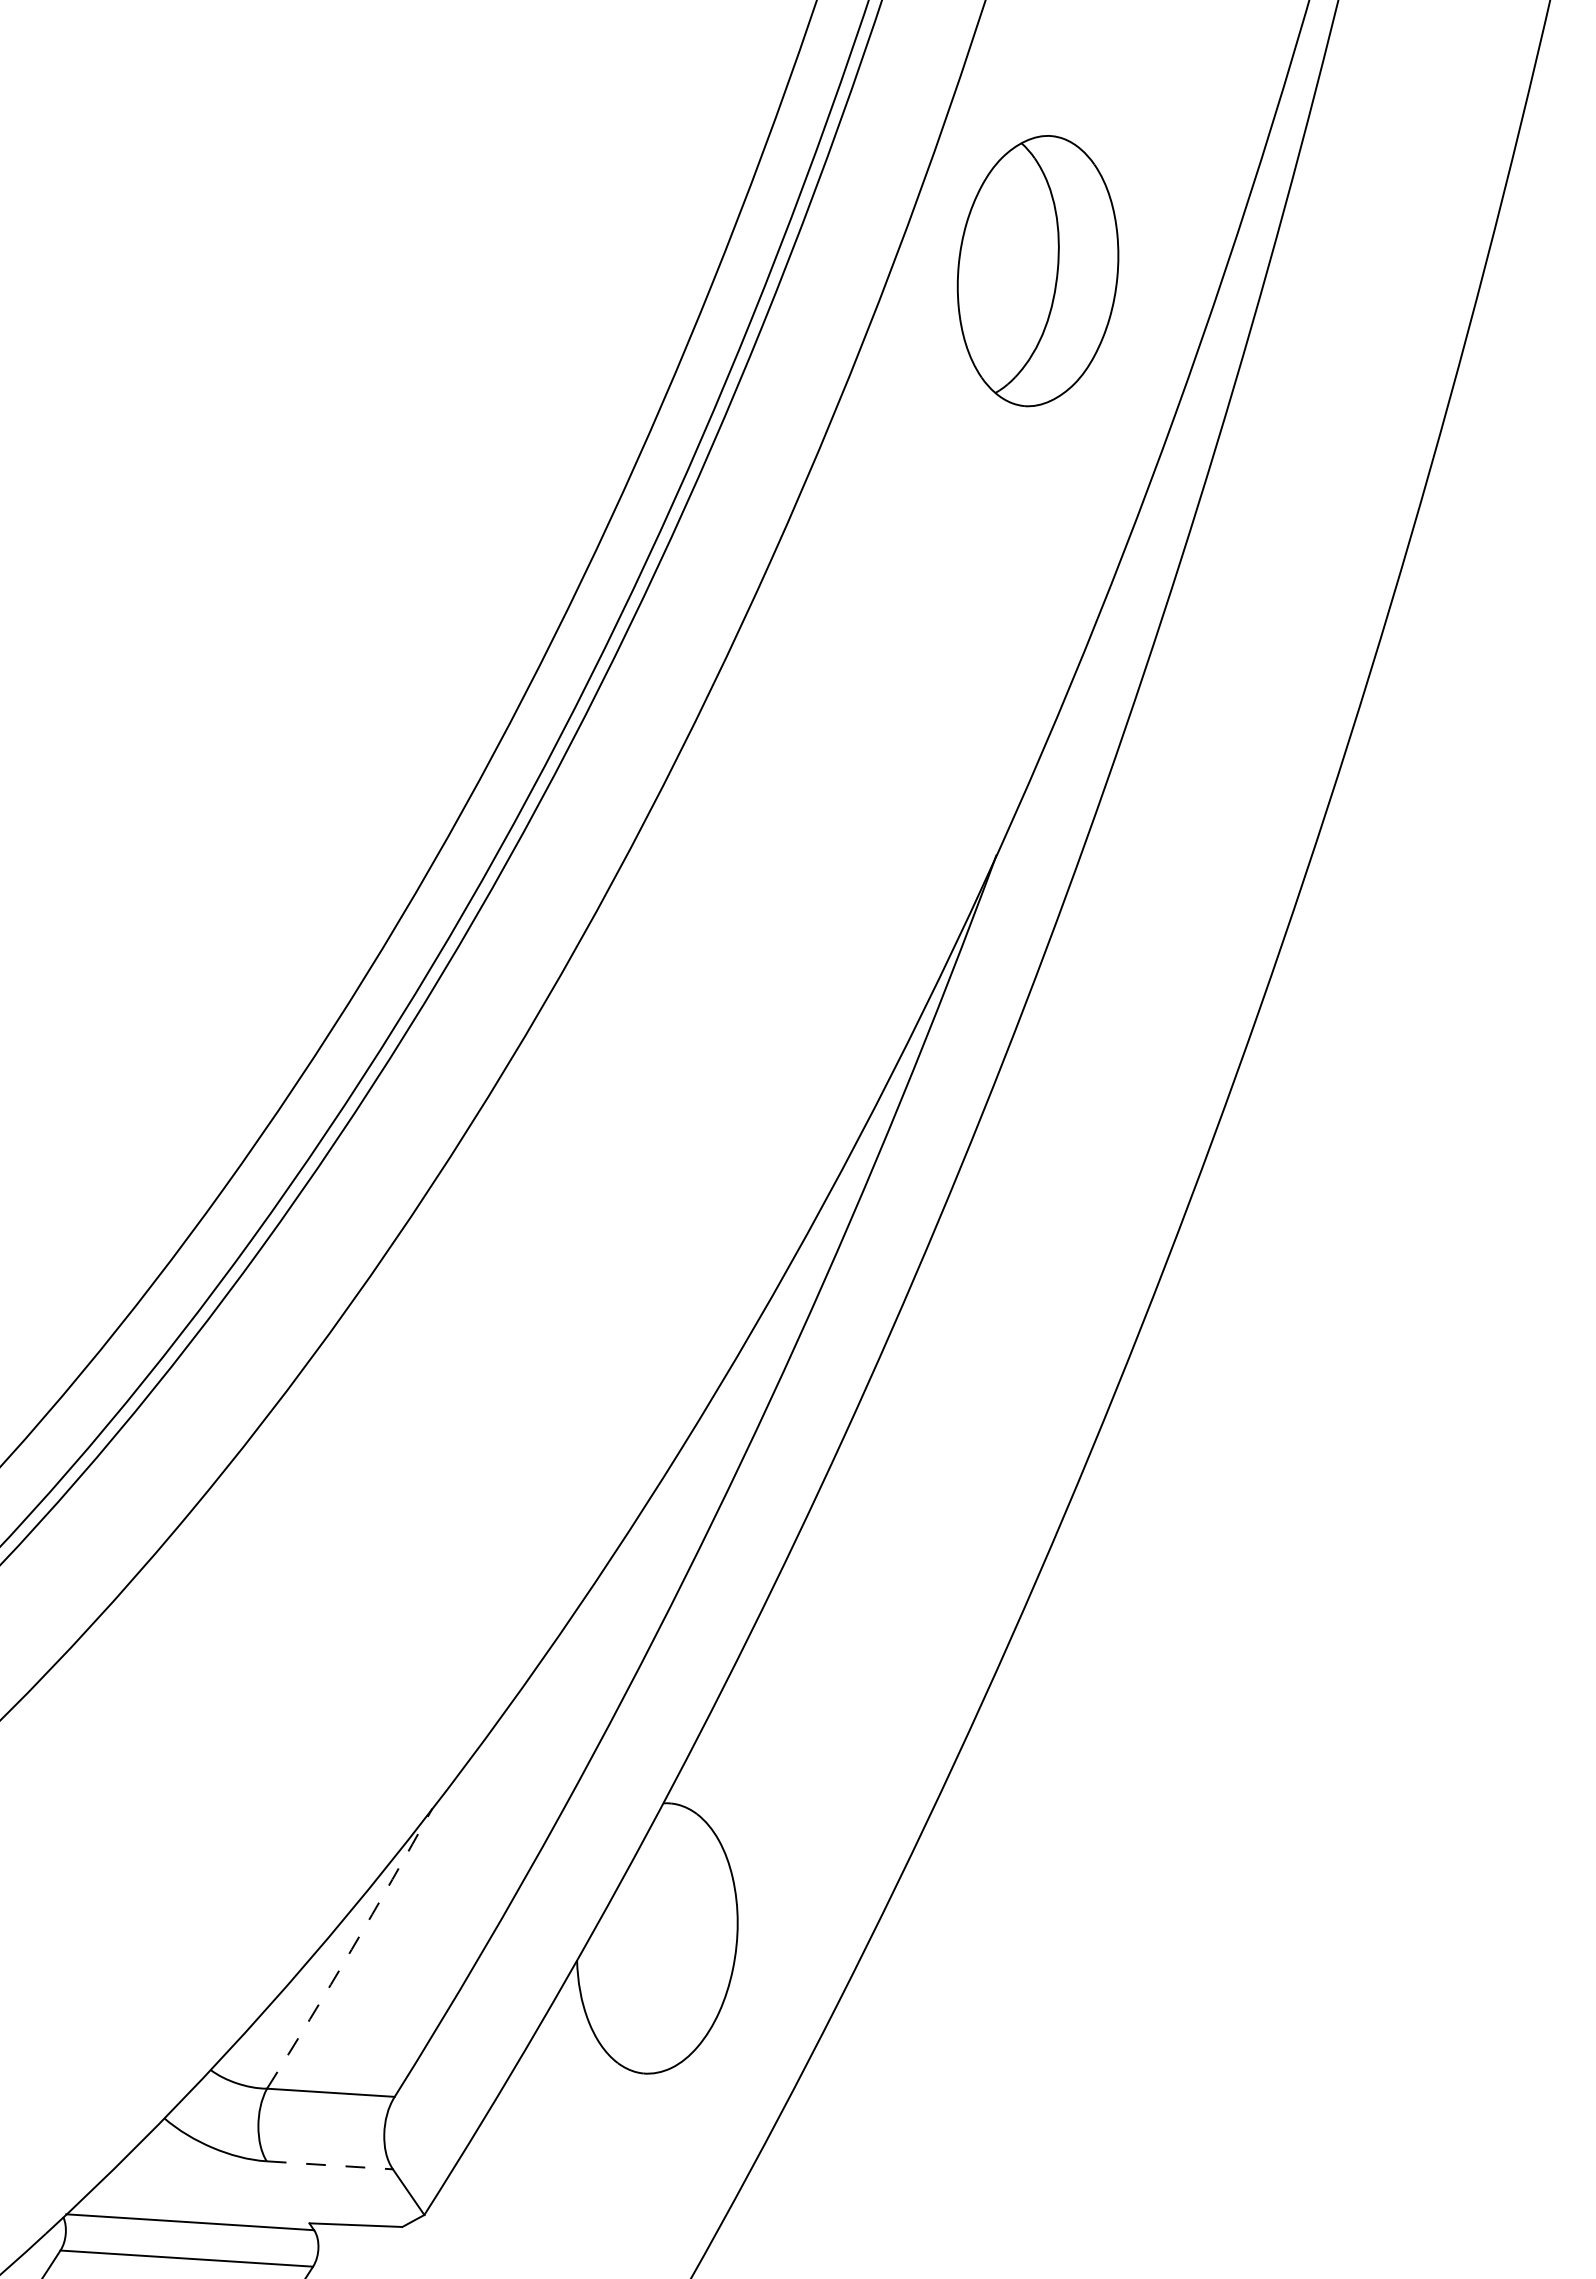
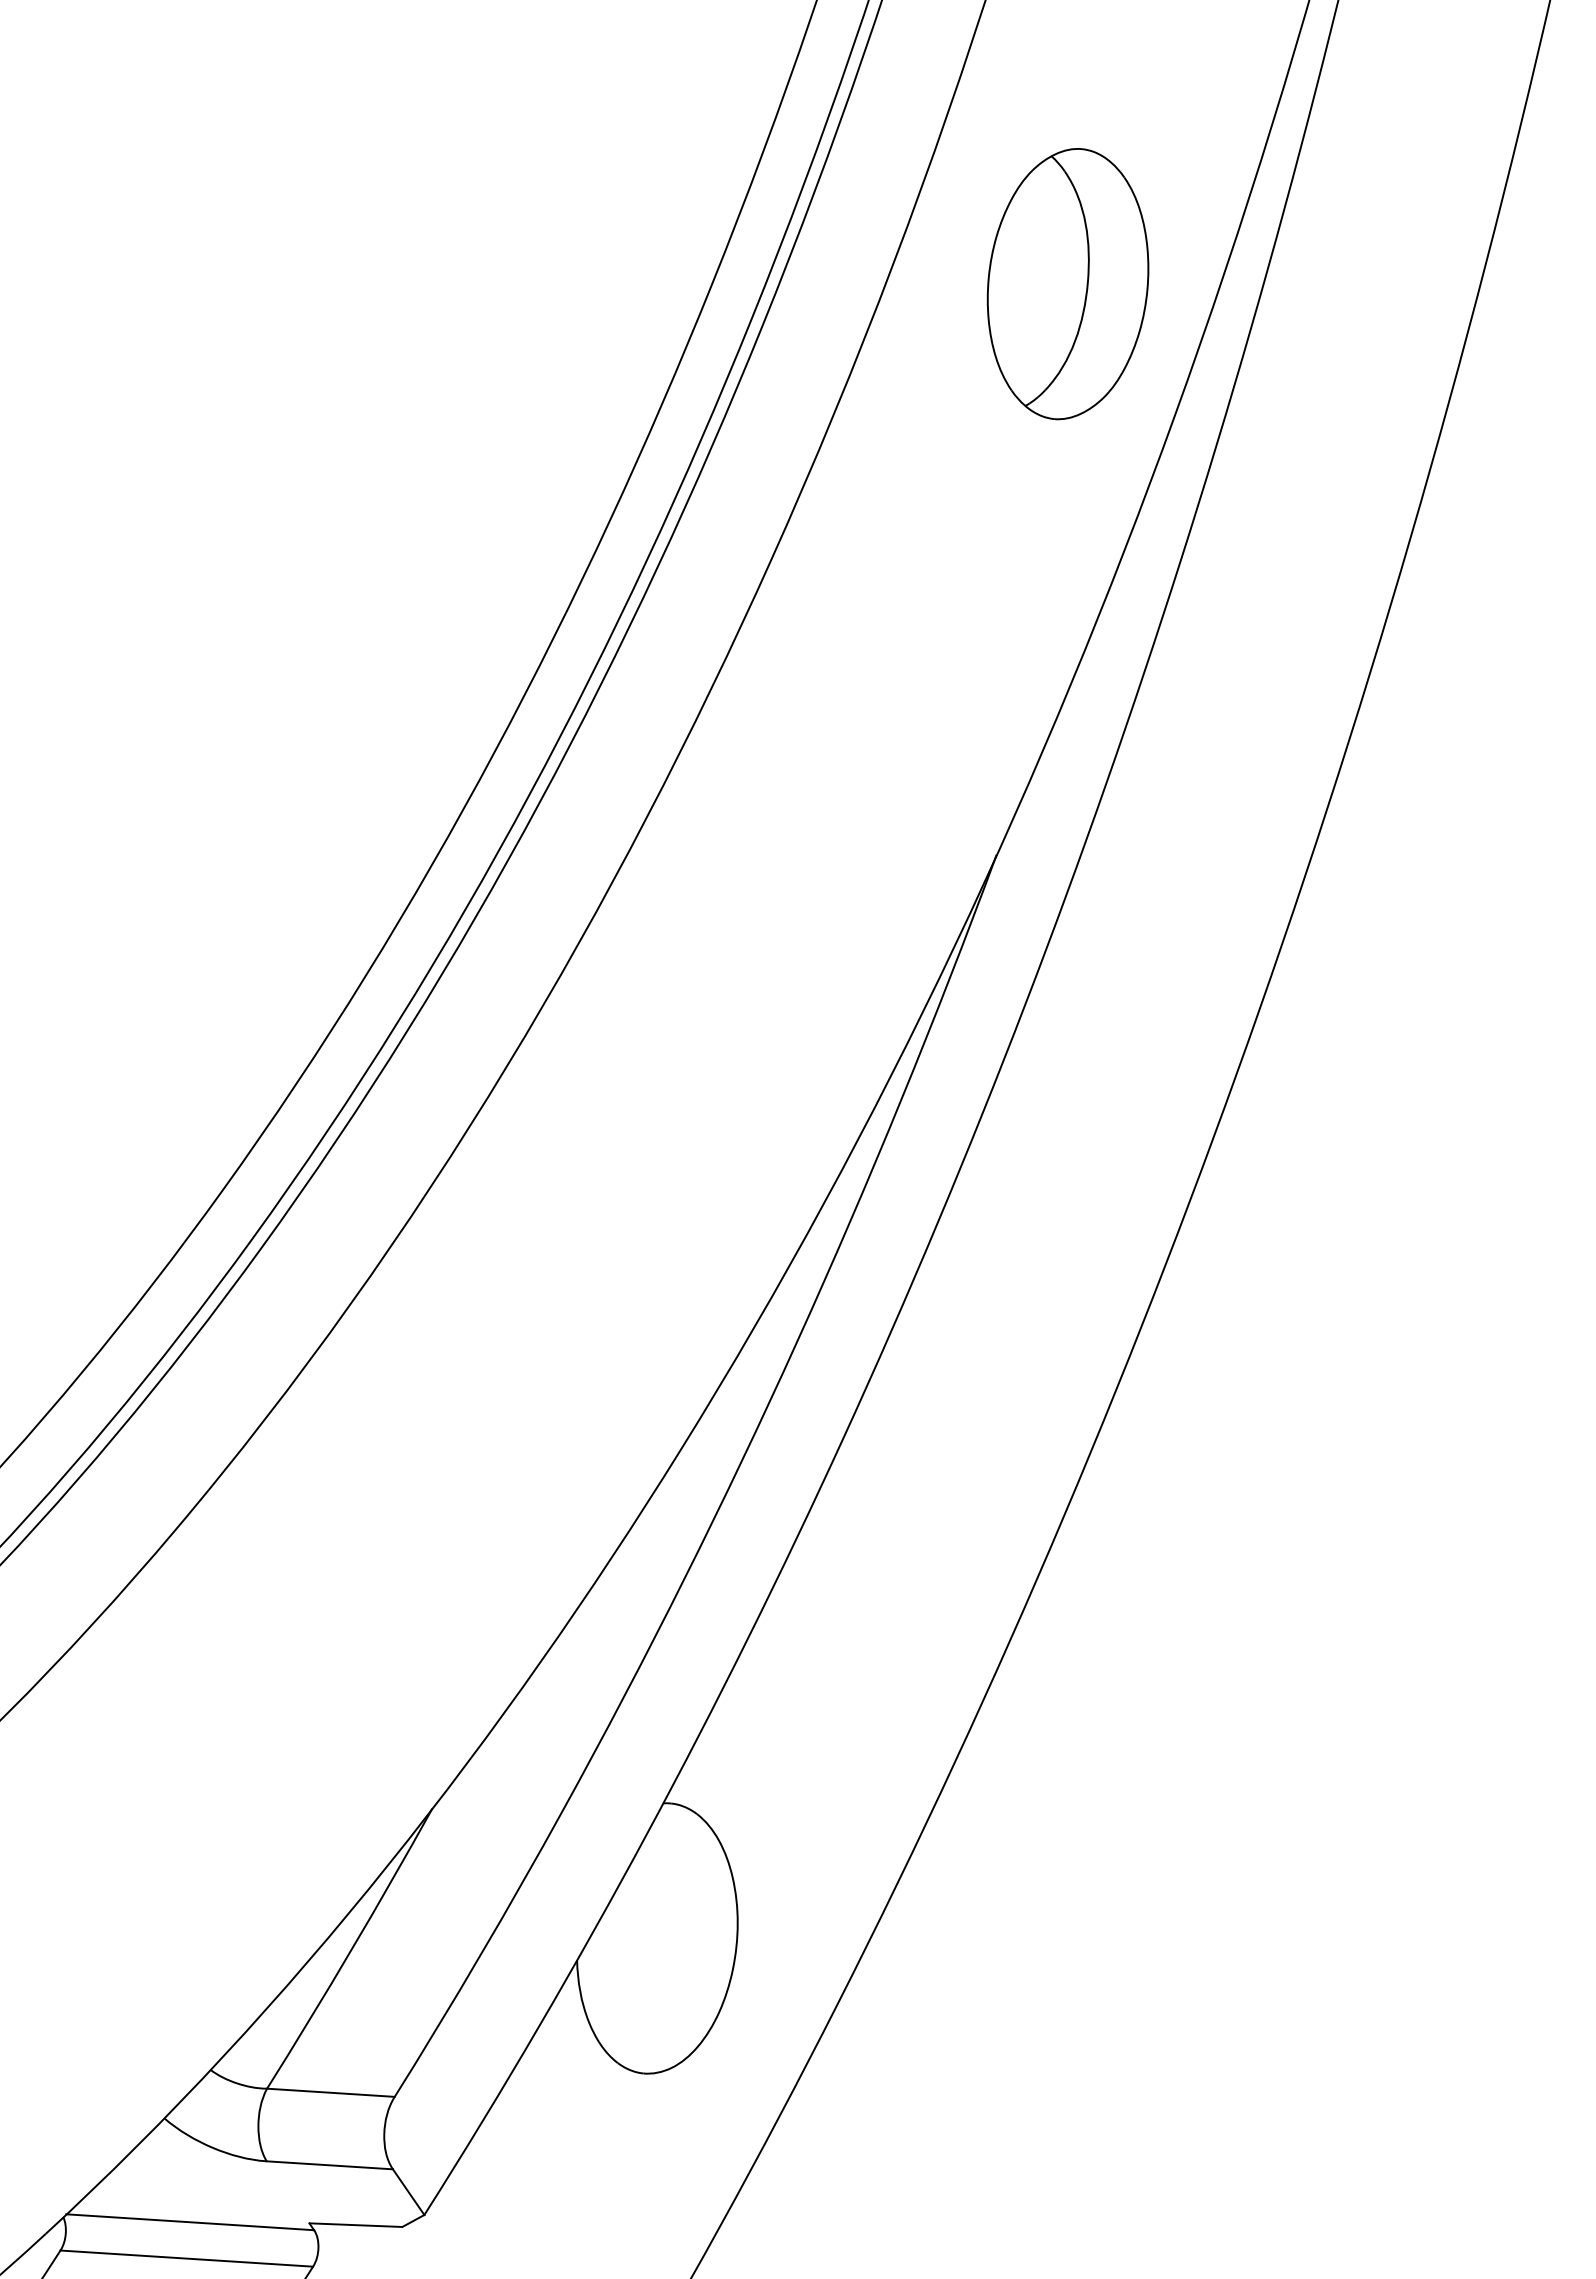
part at (1037, 271) position: (1037, 271) -> (1067, 284)
arc at (351, 1949): dashed -> solid
line at (330, 2165): dashed -> solid
